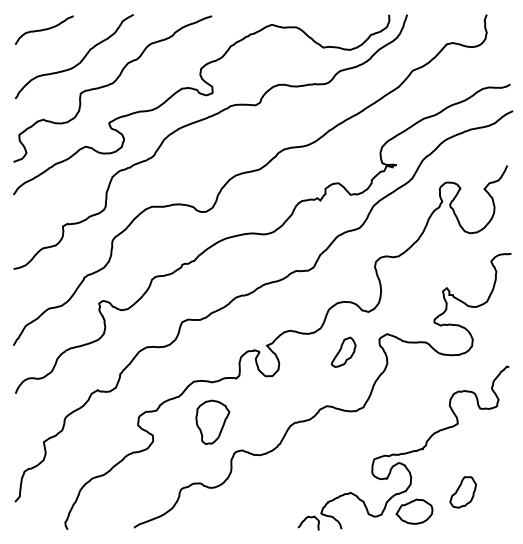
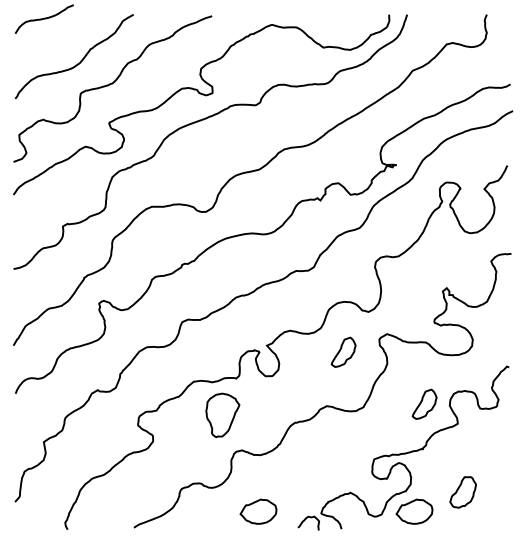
curve at (43, 29) position: (43, 29) -> (43, 18)
part at (424, 403): none -> present
part at (212, 421) position: (212, 421) -> (222, 414)
part at (258, 511): none -> present
